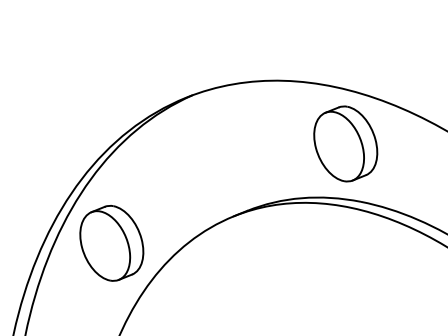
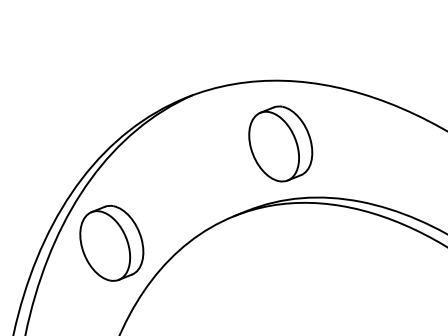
part at (345, 143) position: (345, 143) -> (280, 143)
